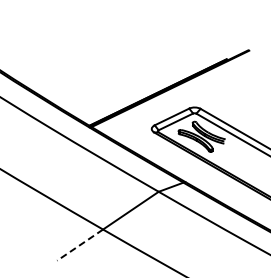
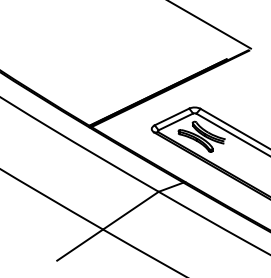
line at (210, 25): none -> present
line at (80, 245): dashed -> solid
